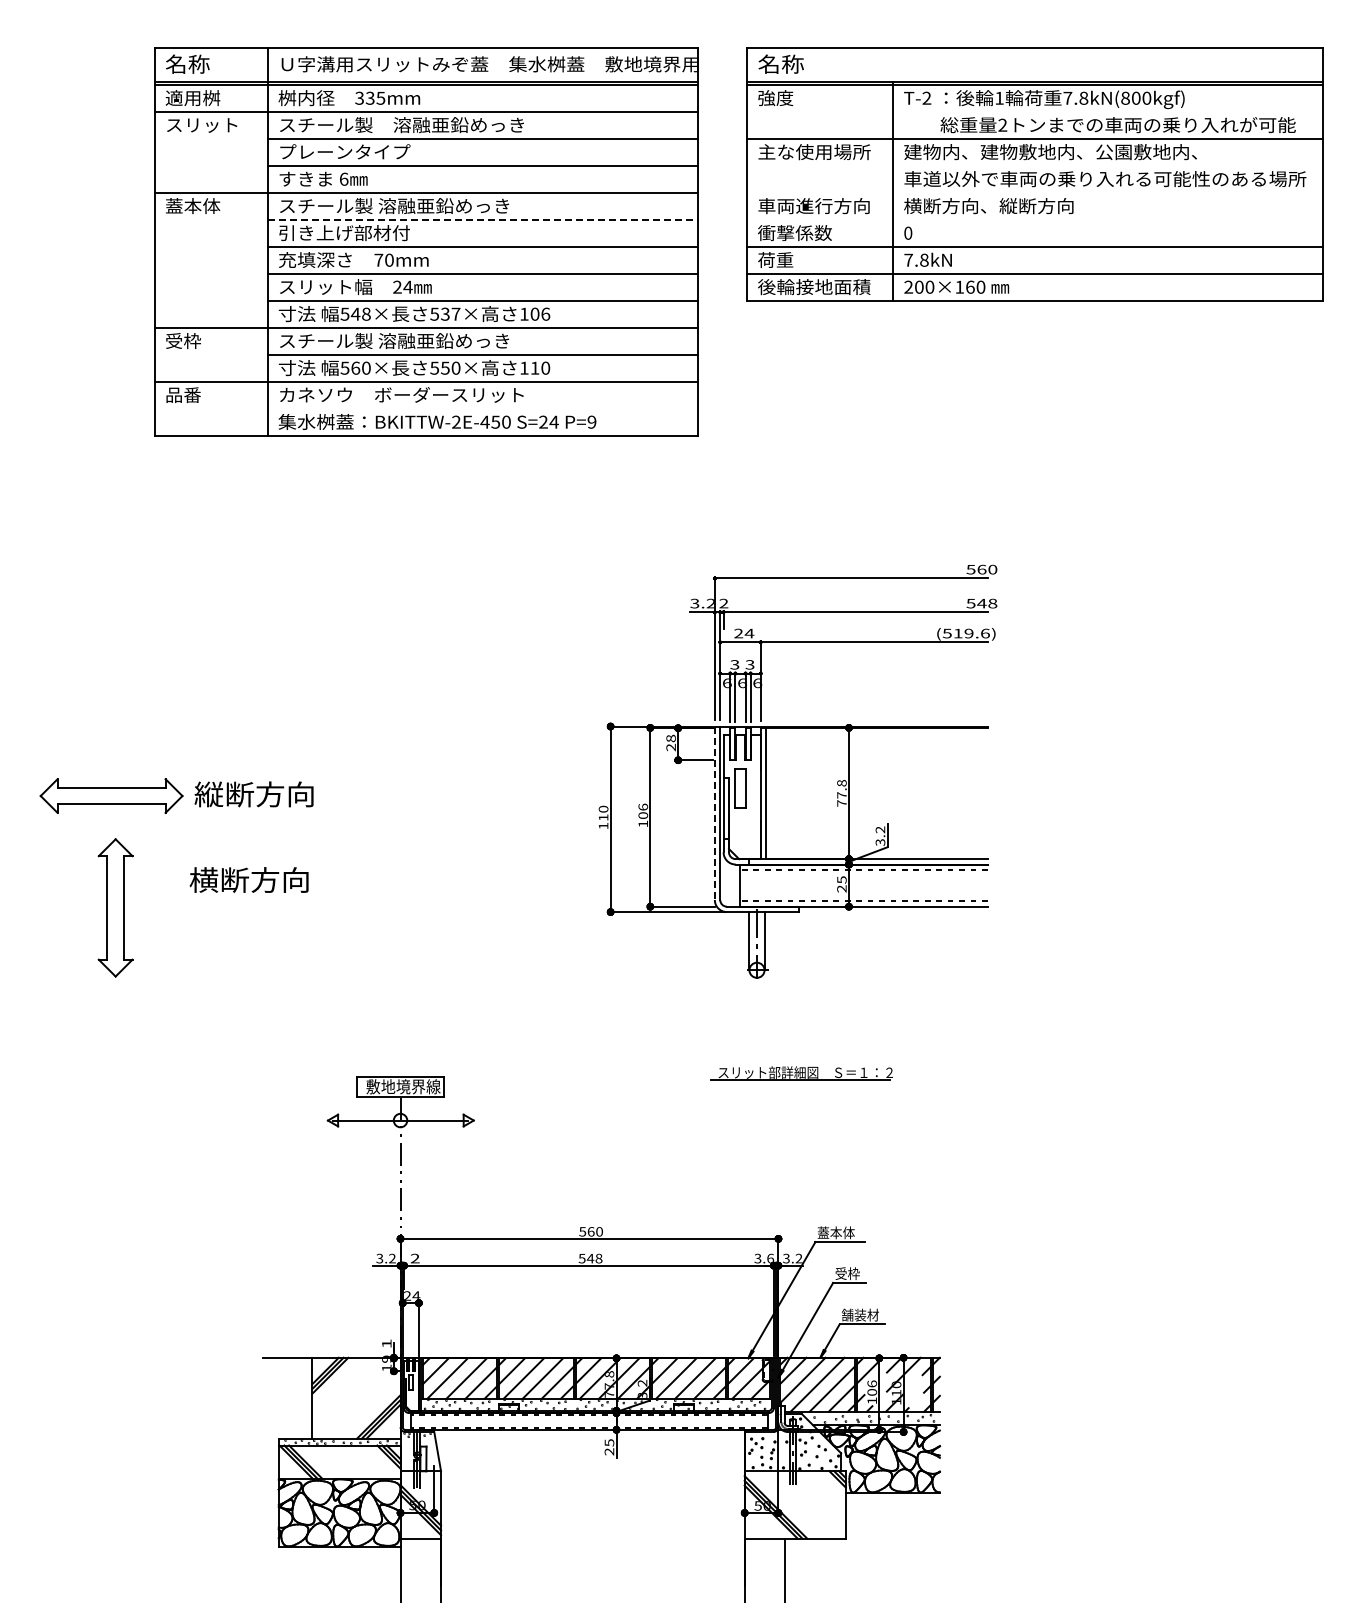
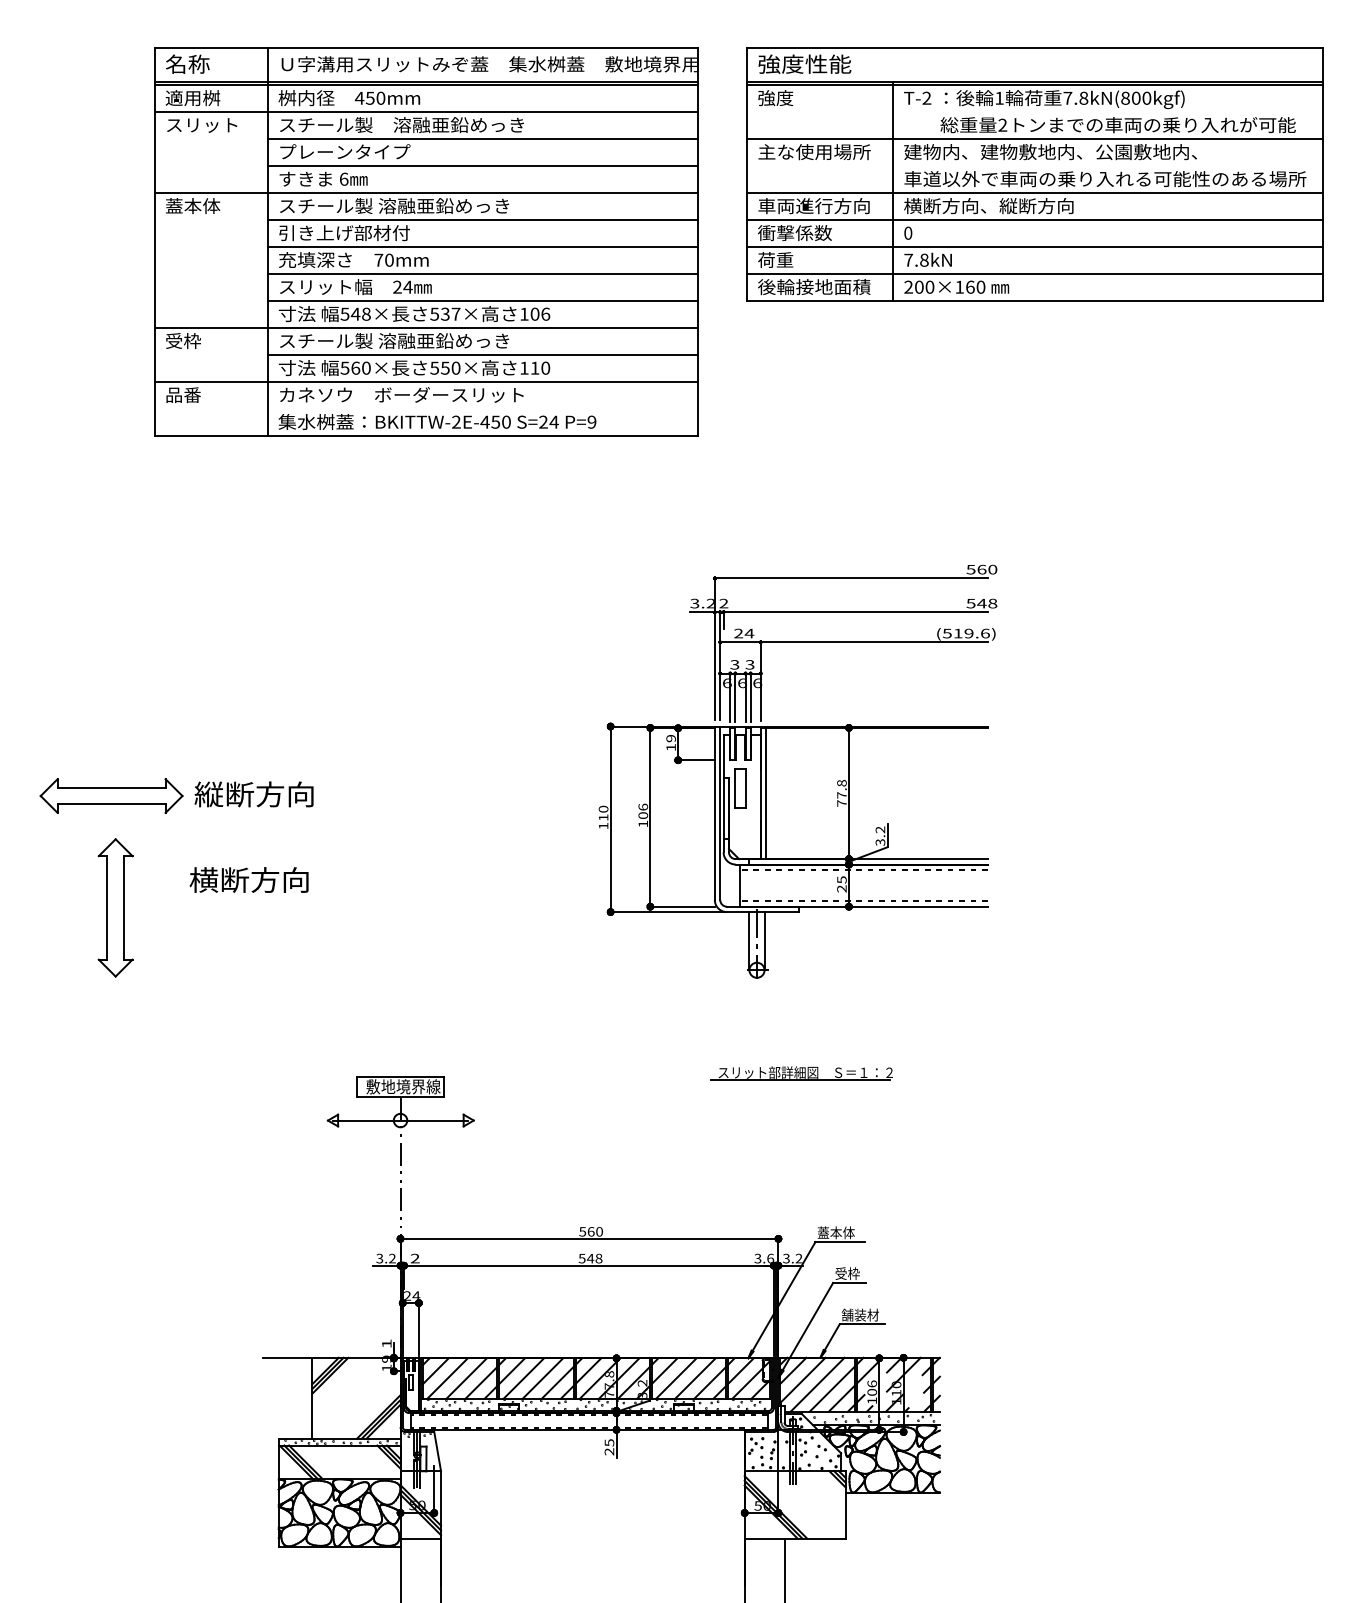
text at (804, 63): 名称 -> 強度性能
text at (369, 97): 335mm -> 450mm
line at (1035, 193): none -> present
line at (482, 220): dashed -> solid
line at (1035, 220): none -> present
text at (670, 742): 28 -> 19
line at (714, 813): dashed -> solid
